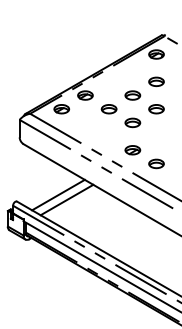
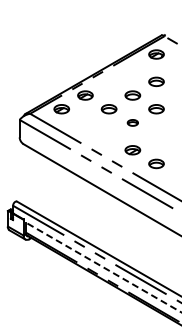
part at (132, 122) size: 18x12 px -> 13x8 px
line at (58, 194): present -> none
line at (66, 199): present -> none
line at (102, 266): solid -> dashed
